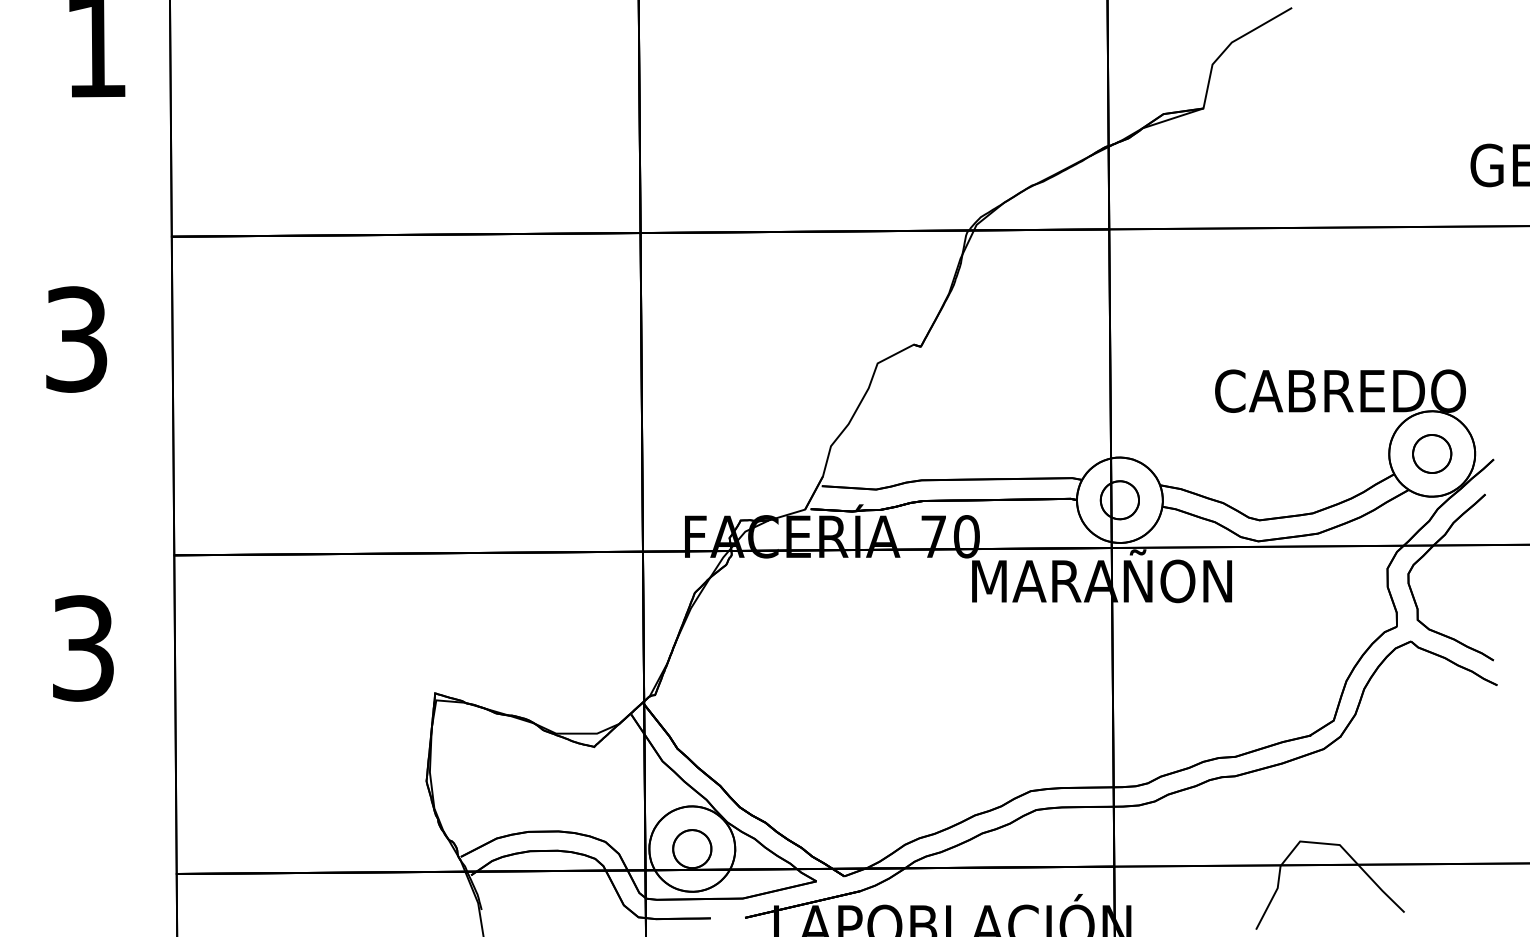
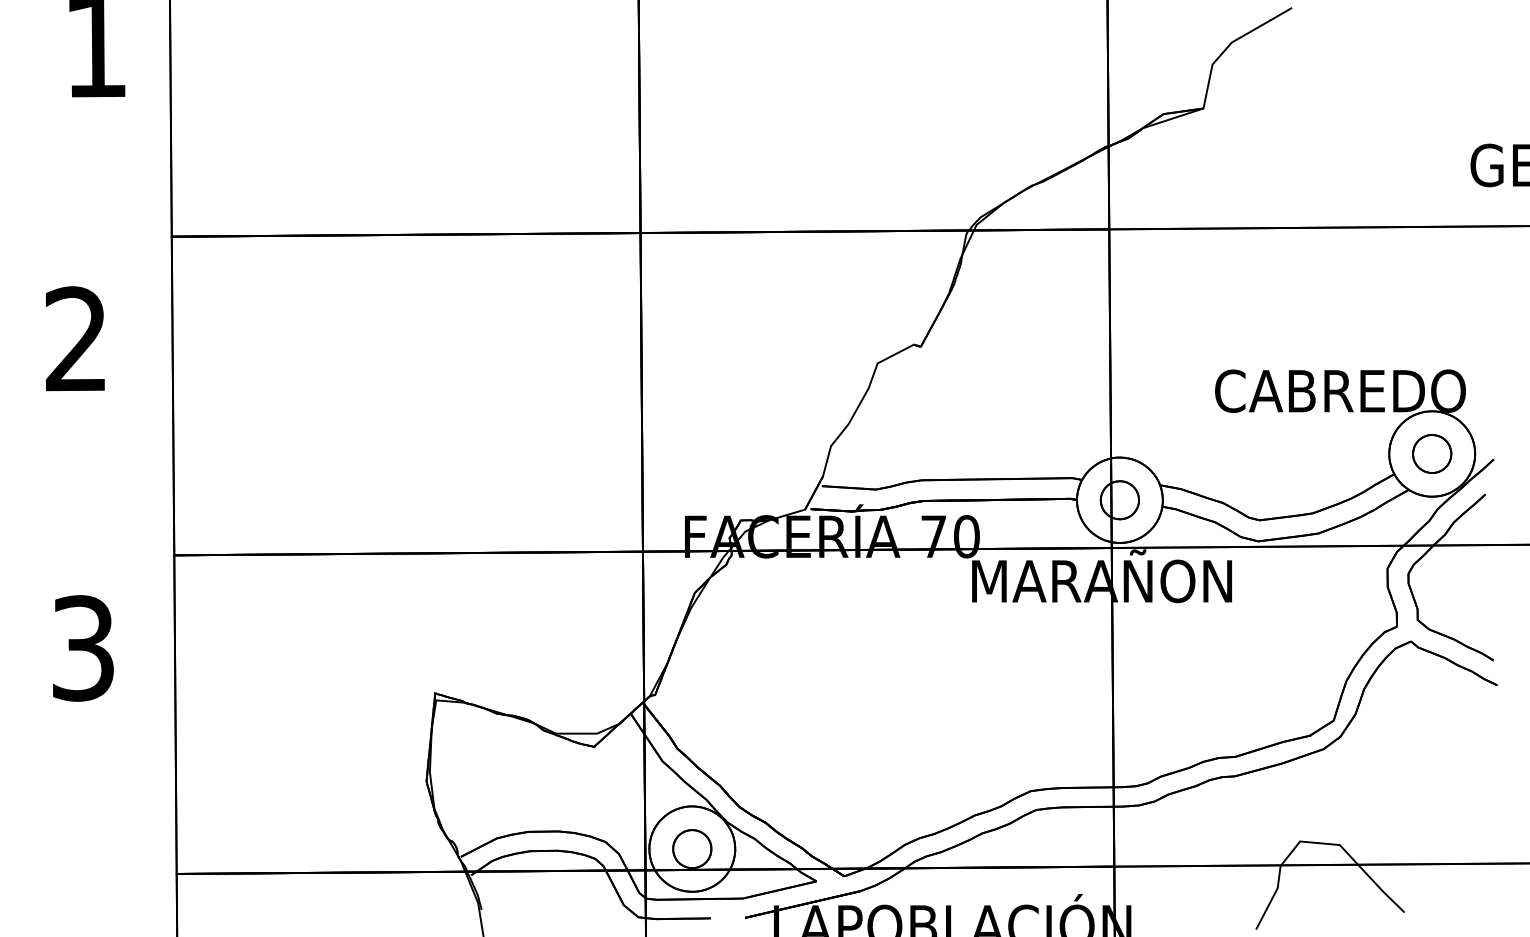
text at (76, 339): 3 -> 2
